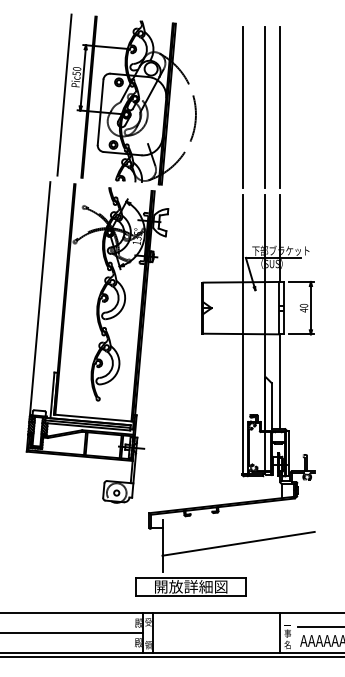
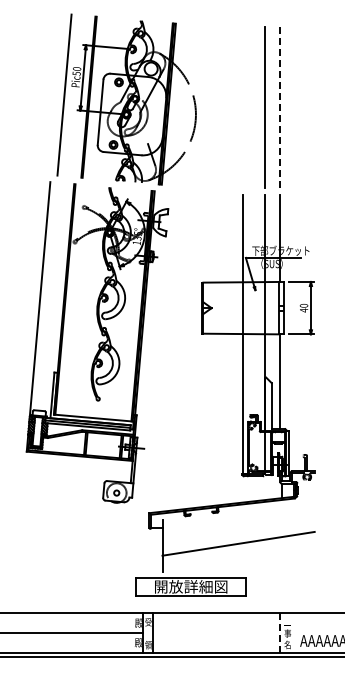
line at (242, 107): present -> none
line at (280, 107): solid -> dashed
line at (319, 627): present -> none
line at (280, 633): solid -> dashed
